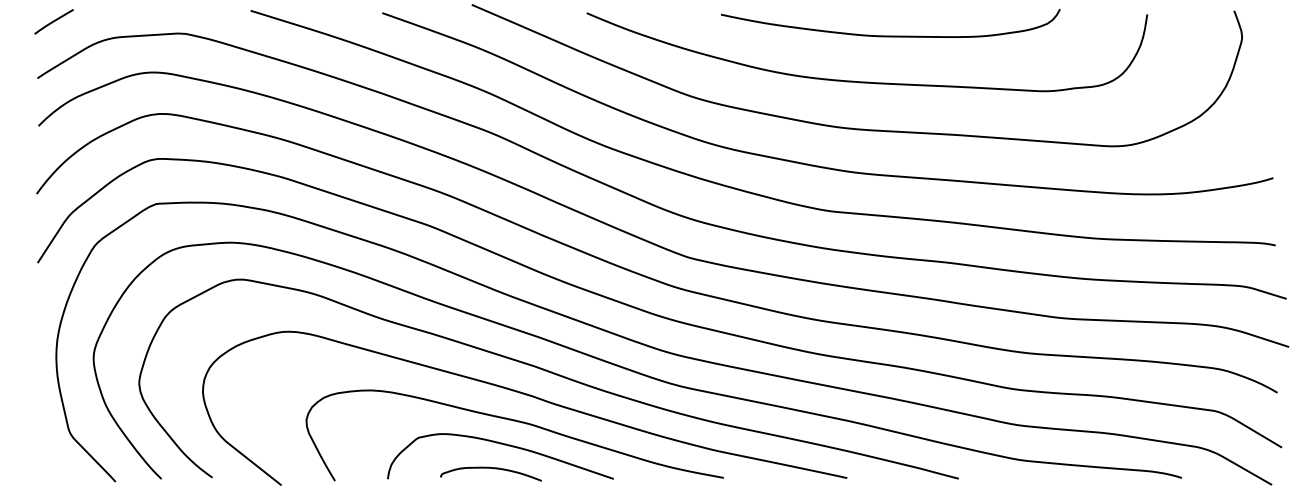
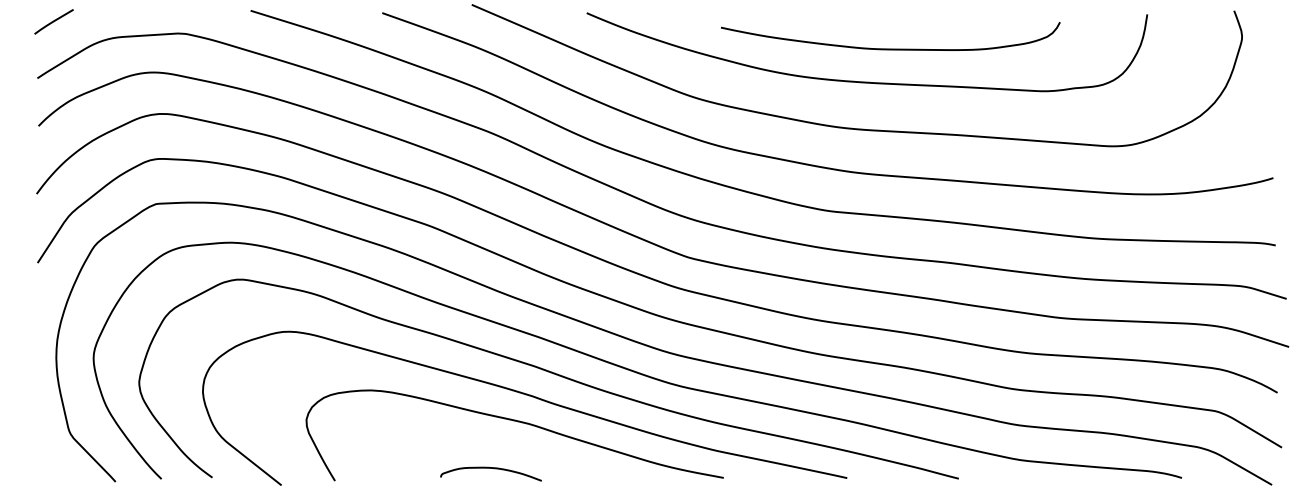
curve at (890, 35) position: (890, 35) -> (890, 48)
curve at (504, 445): present -> none
